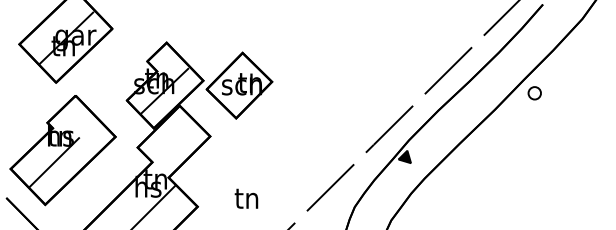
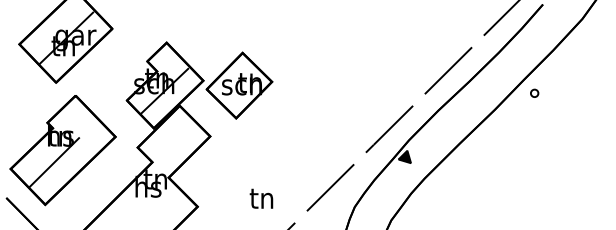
part at (534, 93) size: 15x15 px -> 10x10 px
text at (246, 198) position: (246, 198) -> (261, 198)
line at (154, 205): present -> none
